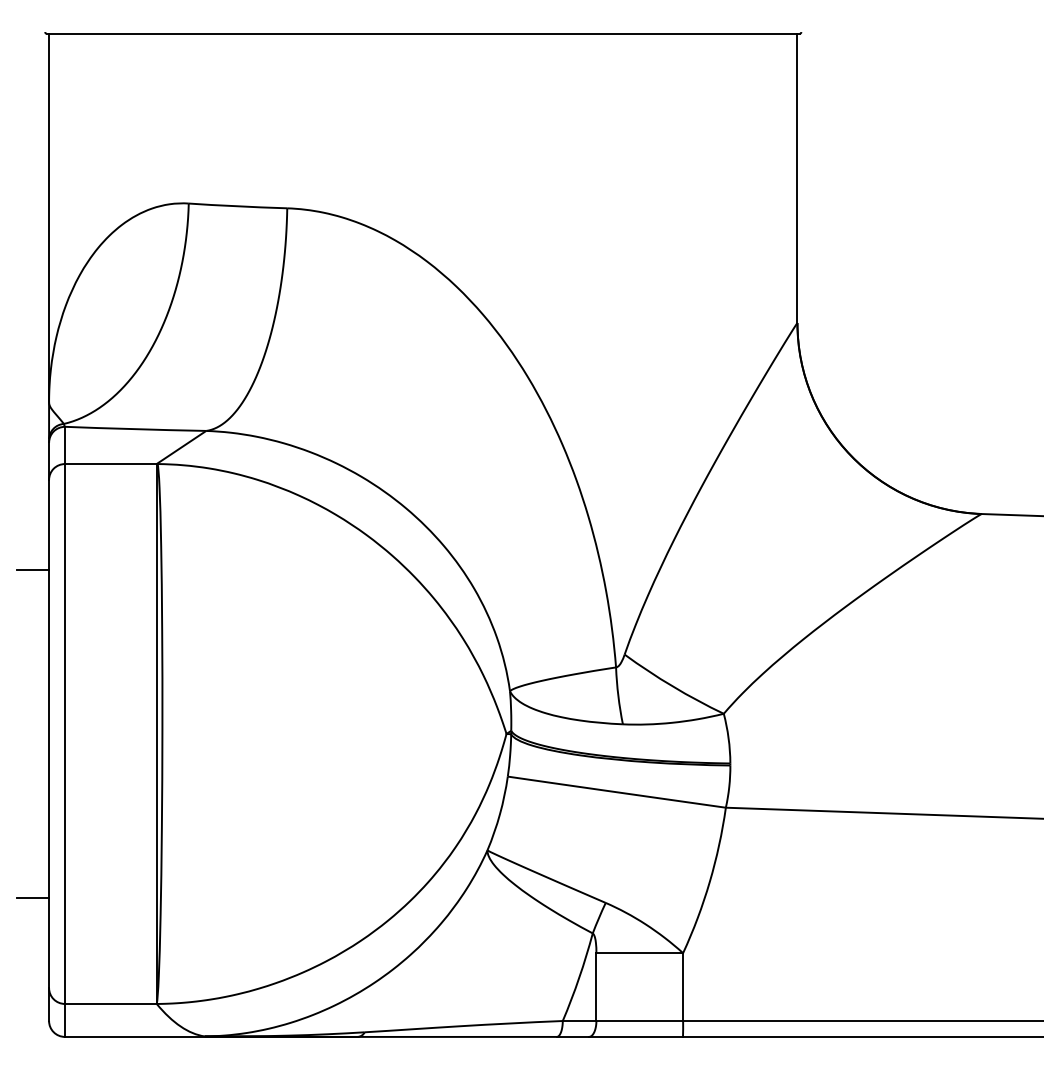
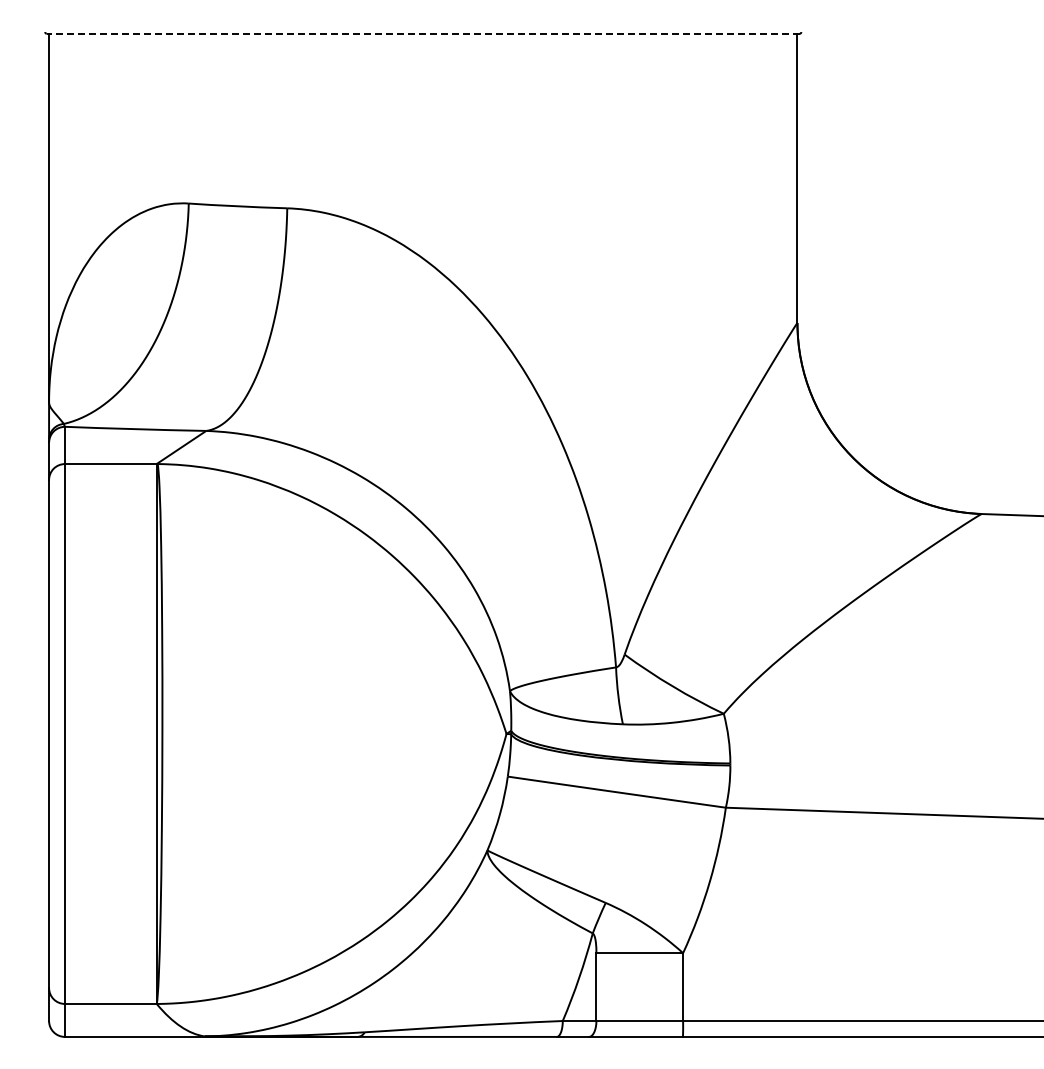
line at (422, 33): solid -> dashed
line at (33, 570): present -> none
line at (33, 898): present -> none
